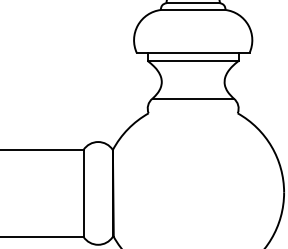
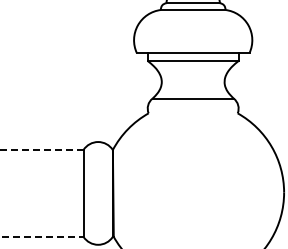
line at (41, 149): solid -> dashed
line at (42, 236): solid -> dashed
